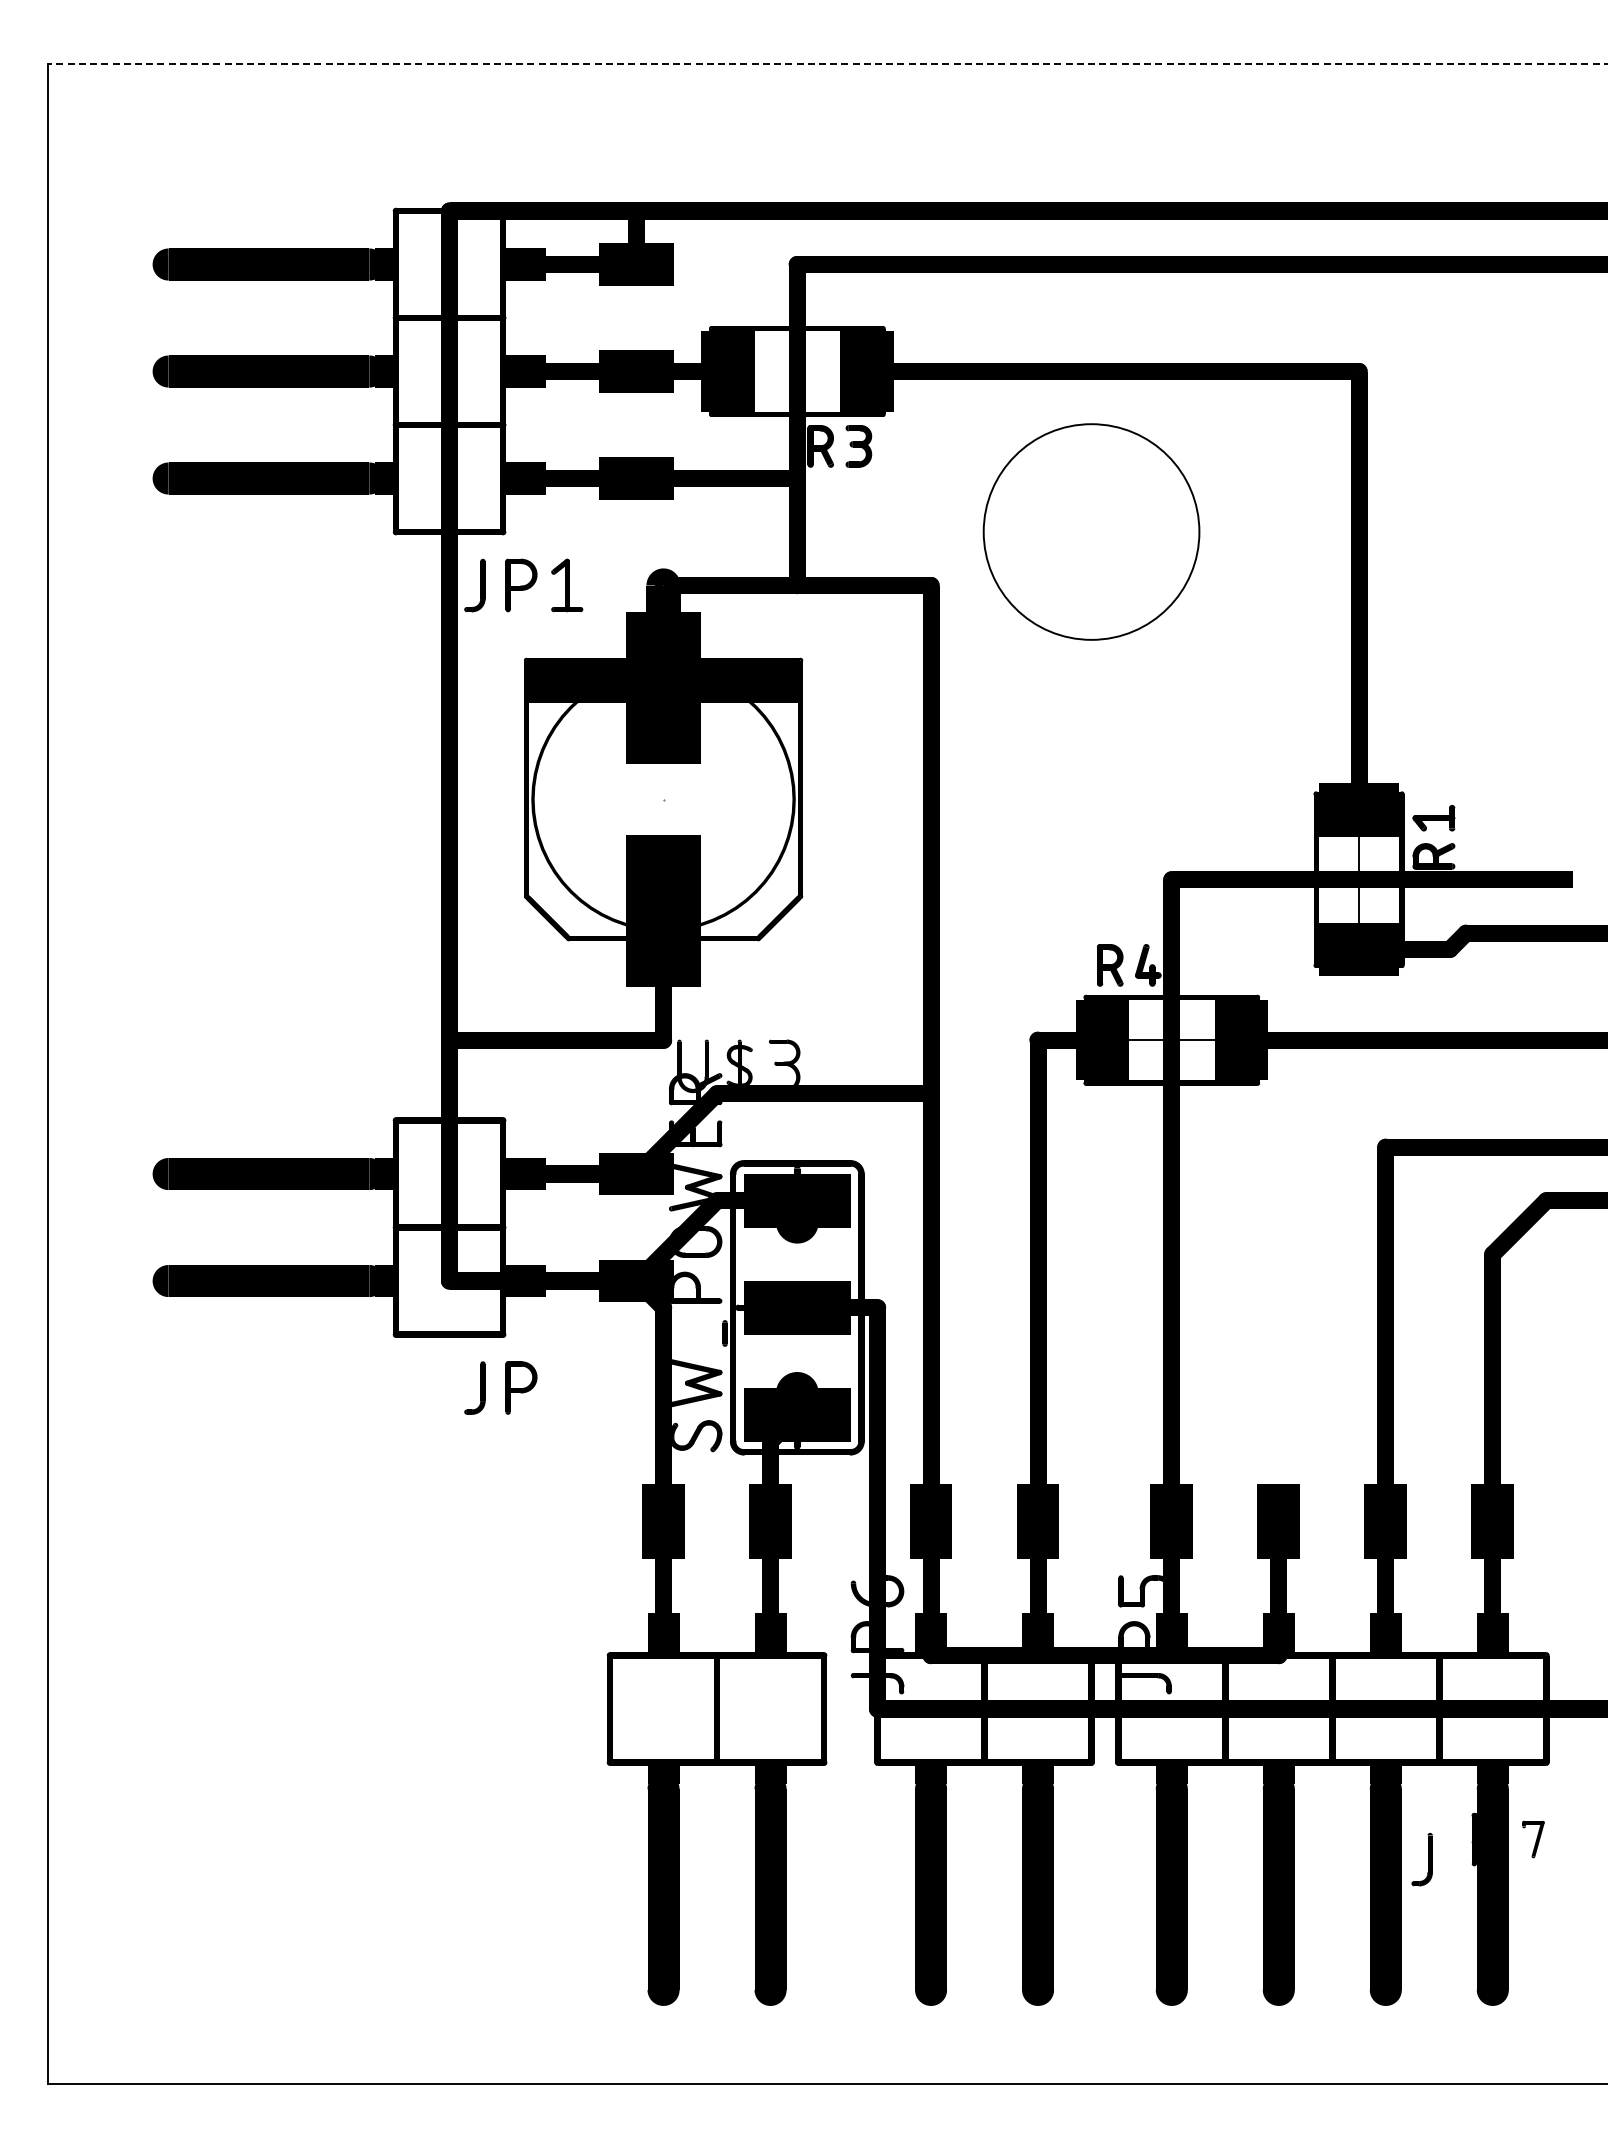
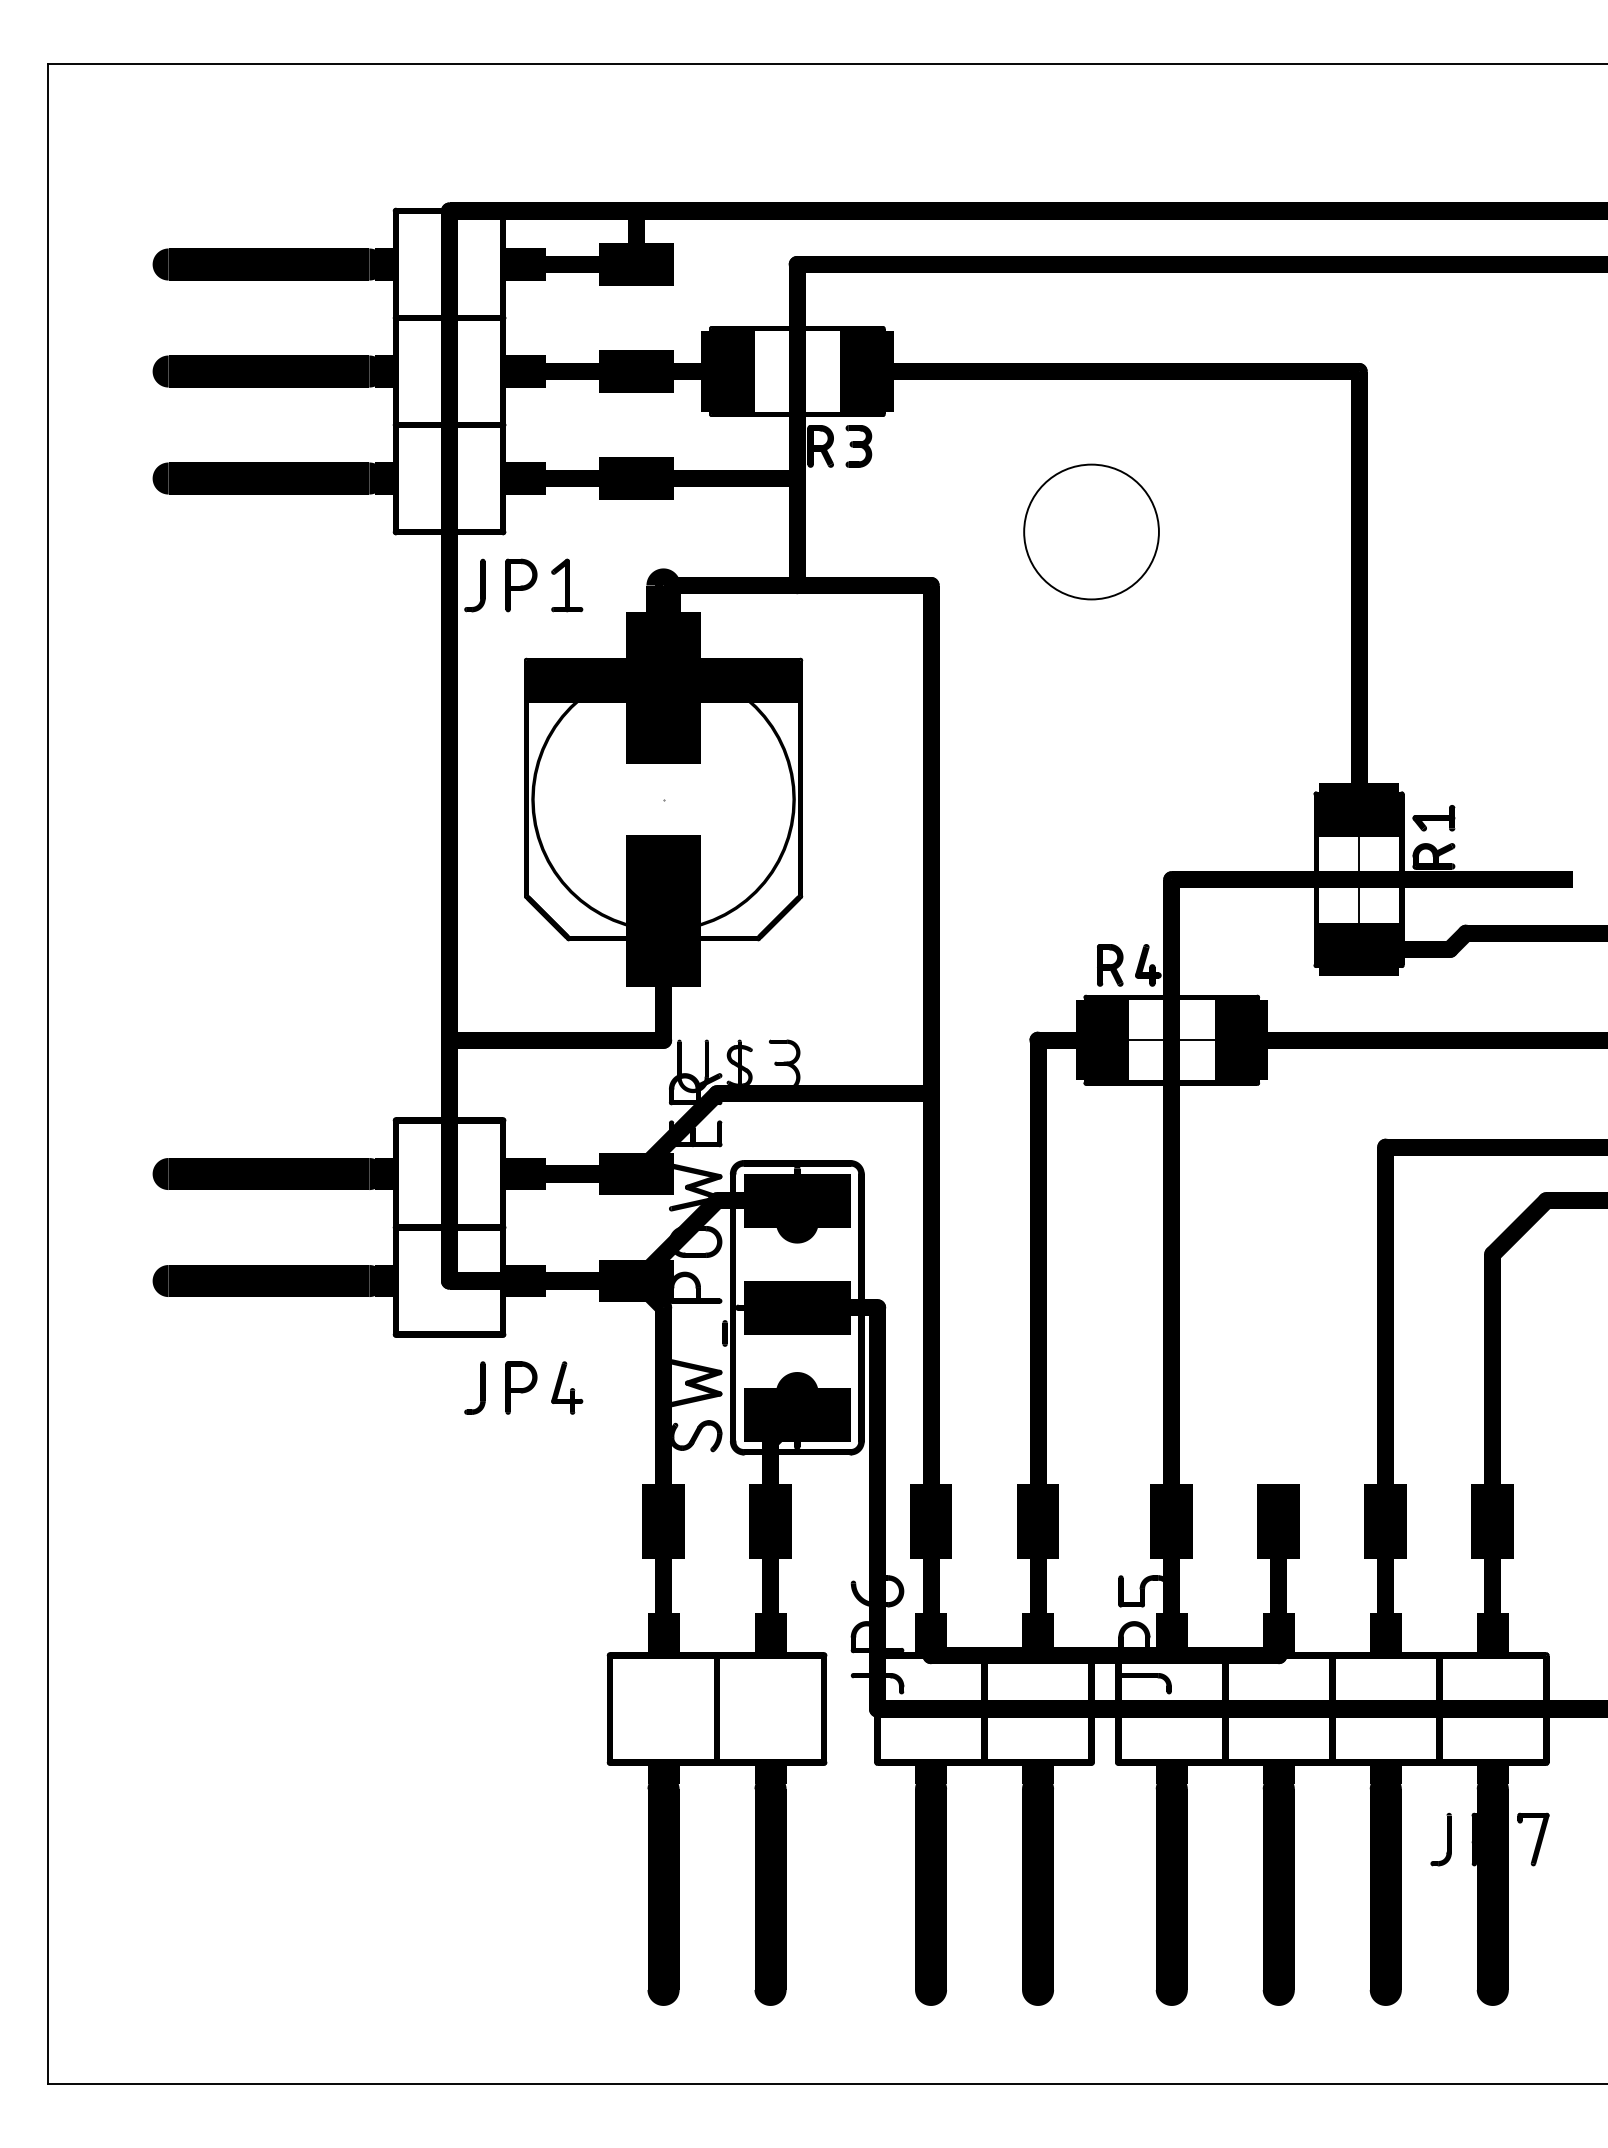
line at (827, 64): dashed -> solid
circle at (1091, 531) diameter: 216 px -> 135 px
part at (567, 1387): none -> present
part at (1533, 1839) size: 23x38 px -> 33x55 px
part at (1428, 1859) position: (1428, 1859) -> (1447, 1839)
